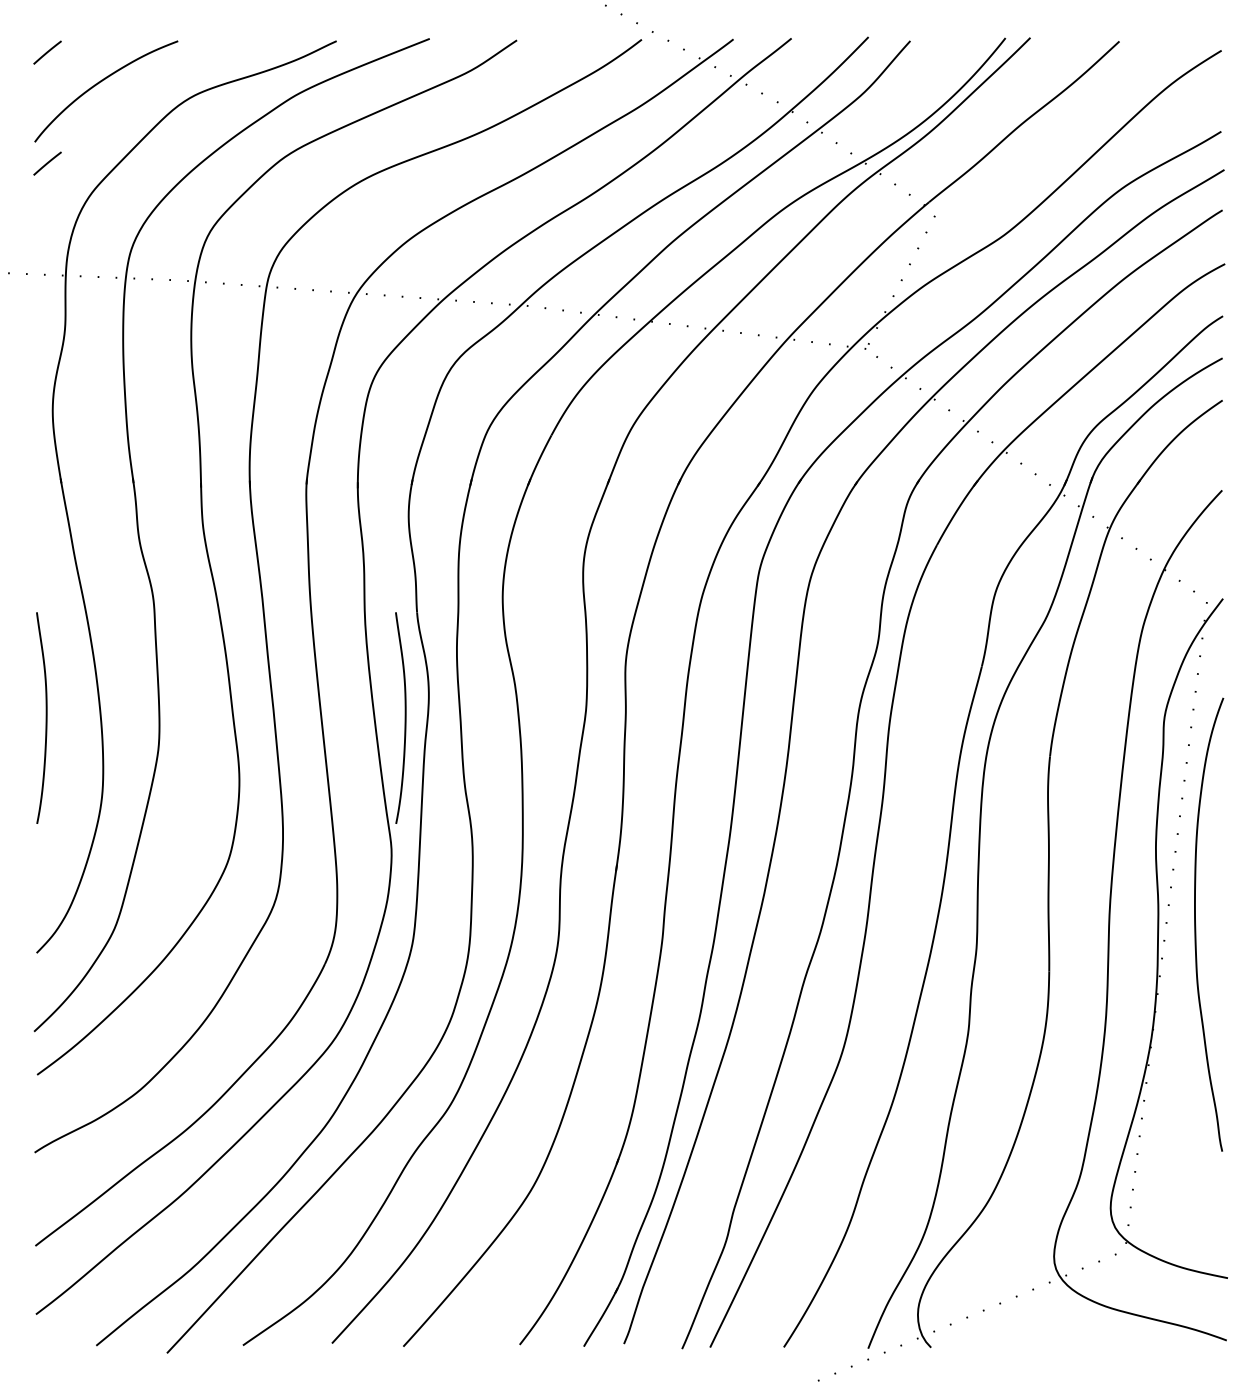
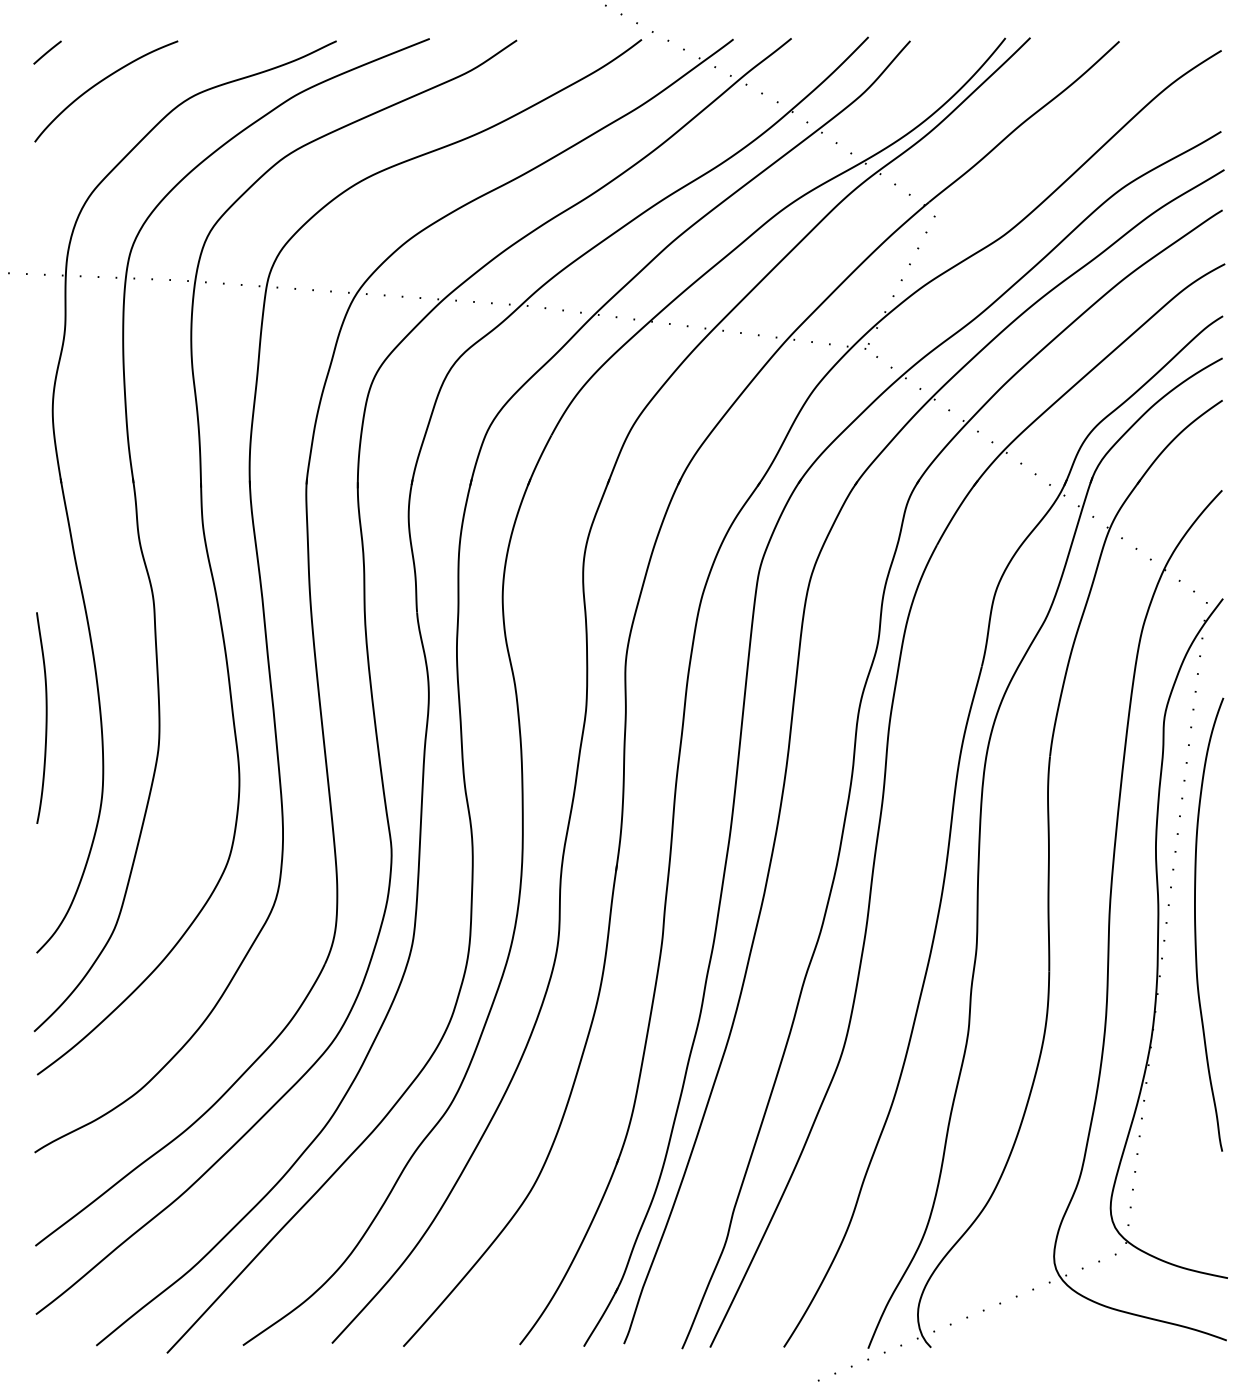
line at (47, 163): present -> none
curve at (404, 717): present -> none
